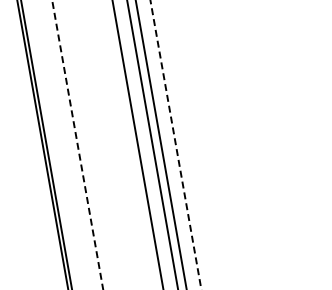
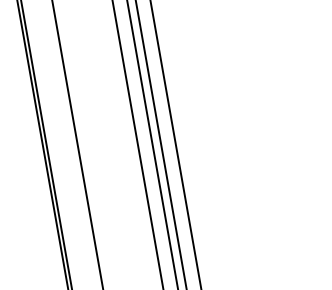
line at (77, 144): dashed -> solid
line at (175, 144): dashed -> solid
